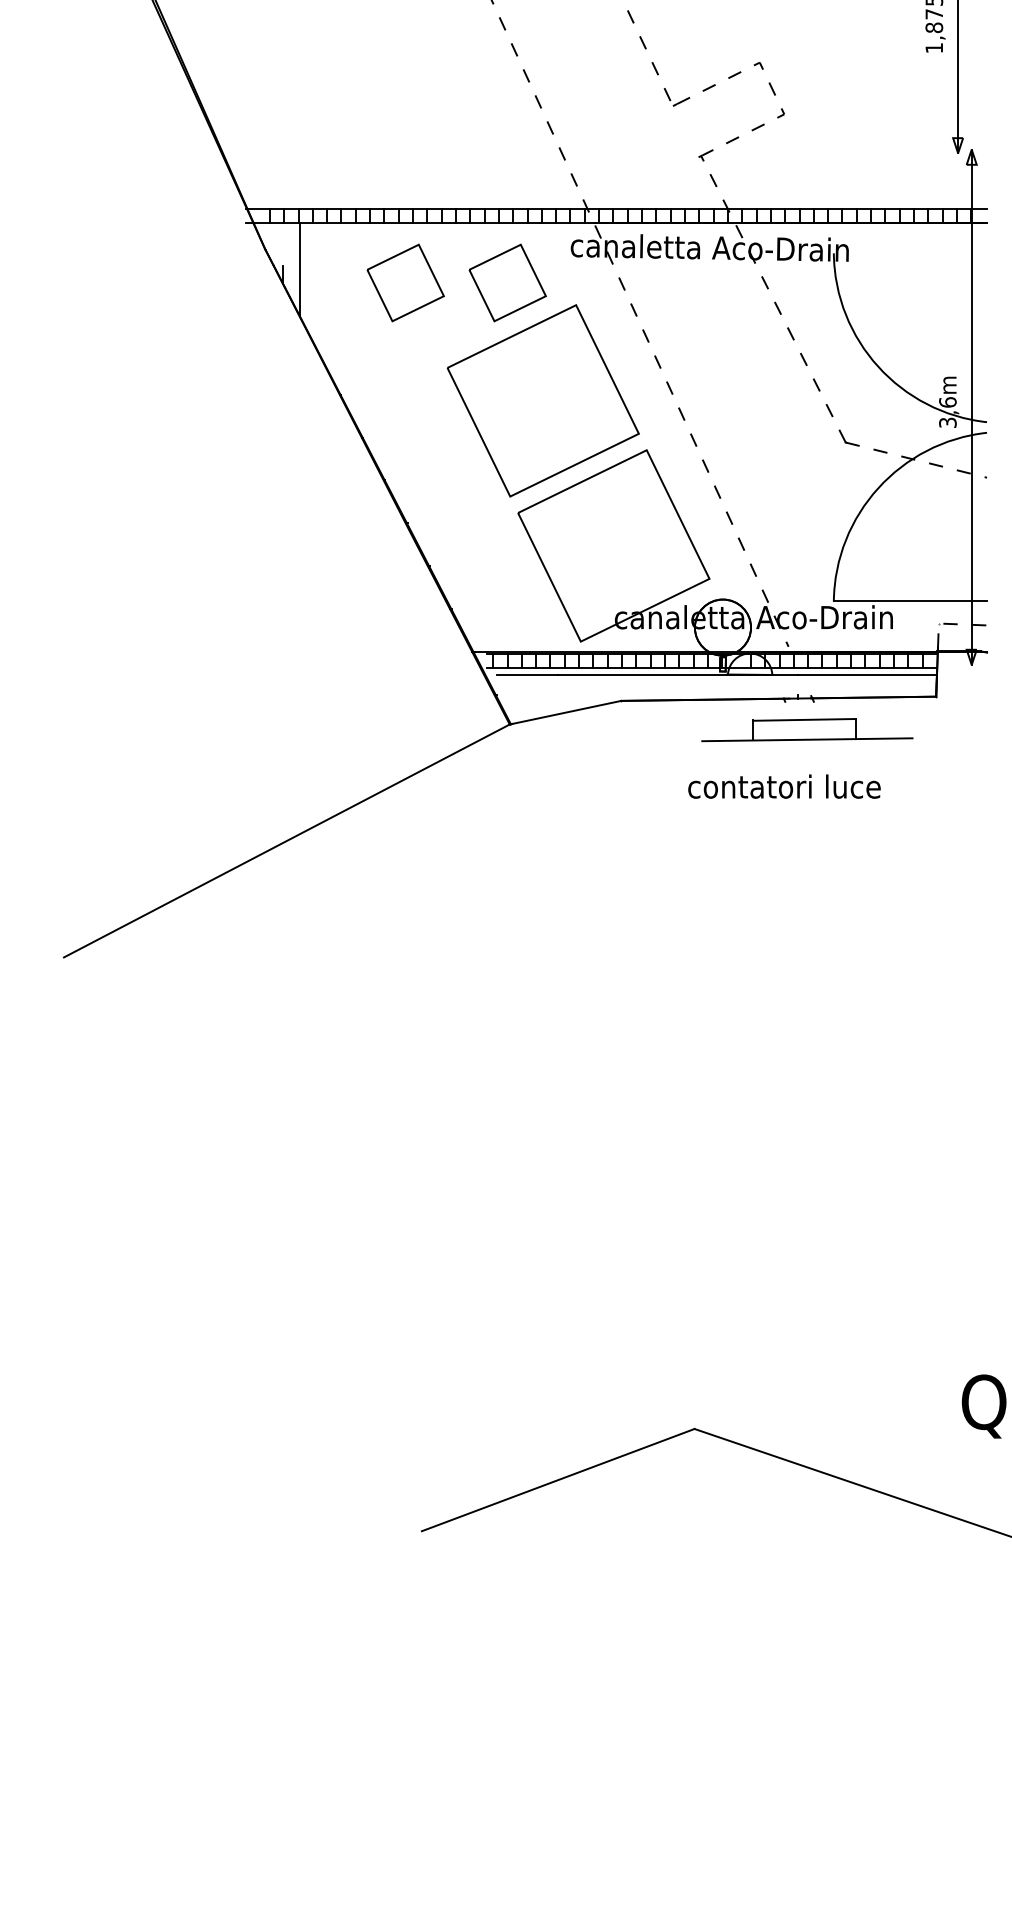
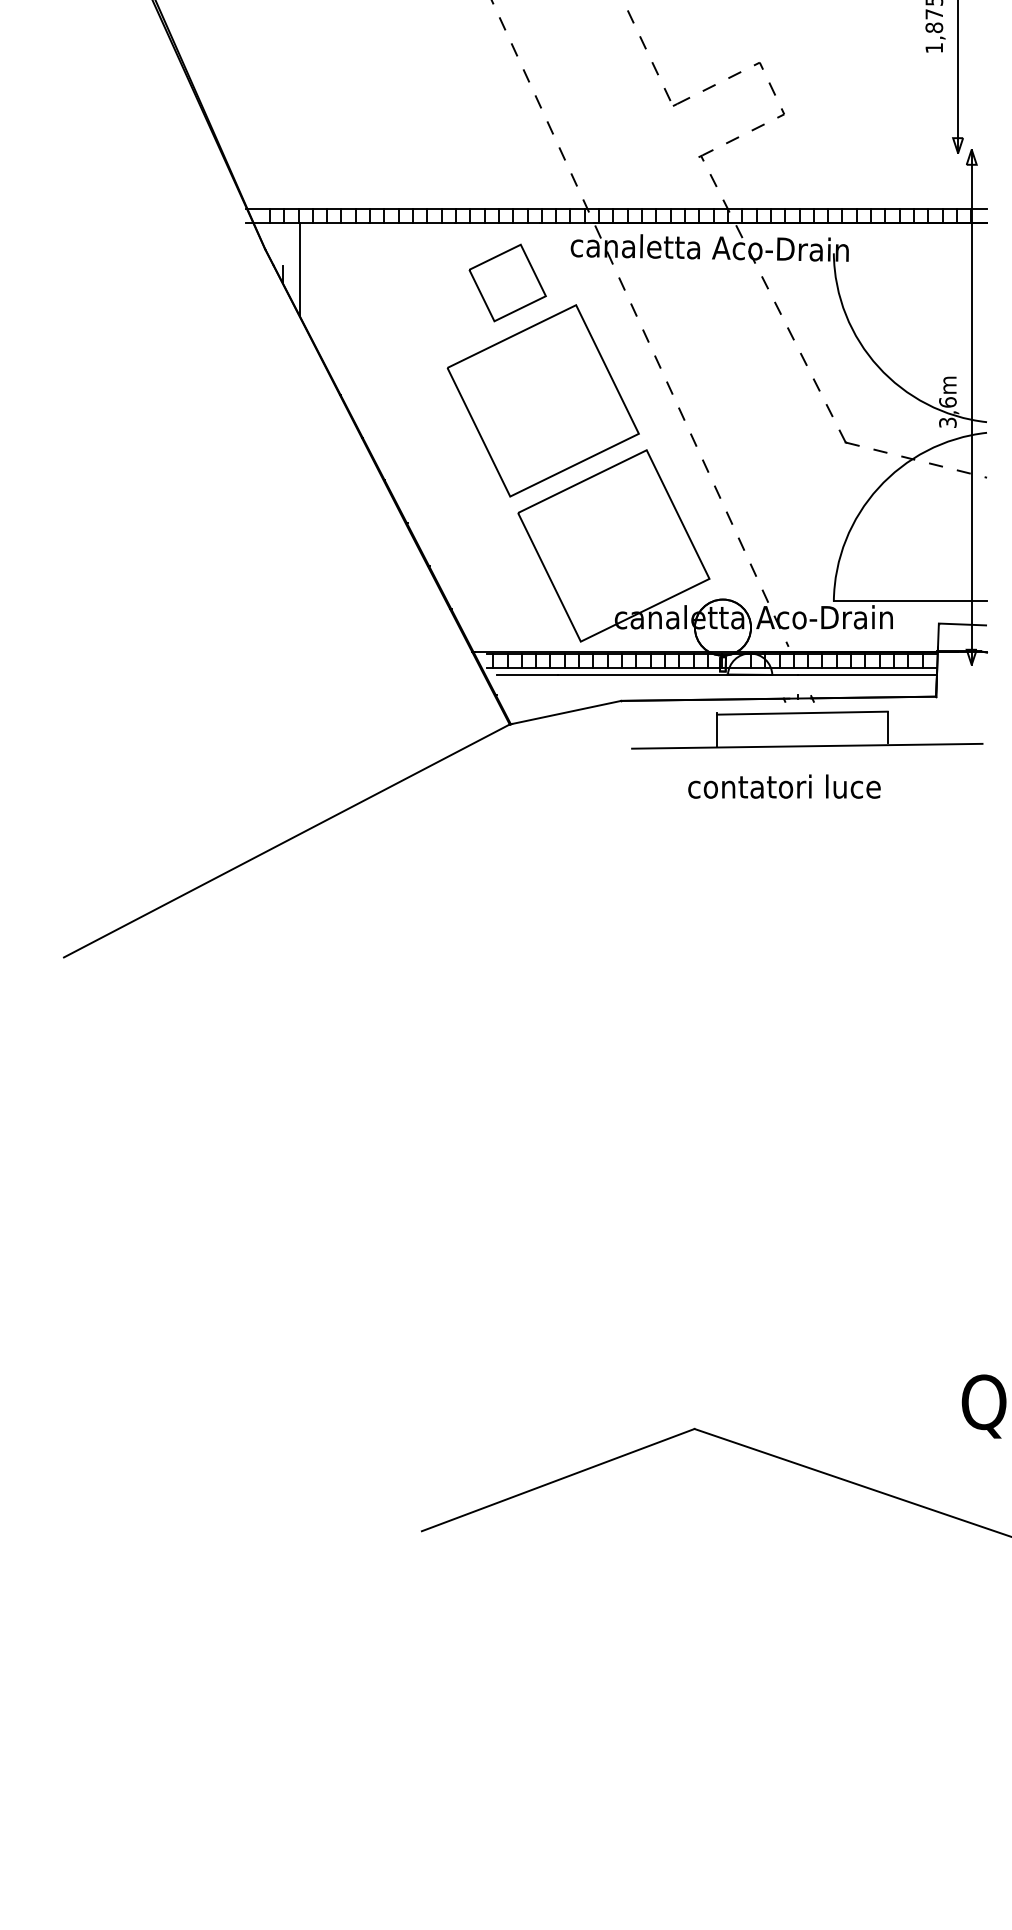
part at (405, 282): present -> none
line at (950, 624): dashed -> solid
part at (807, 730) size: 213x25 px -> 353x40 px
